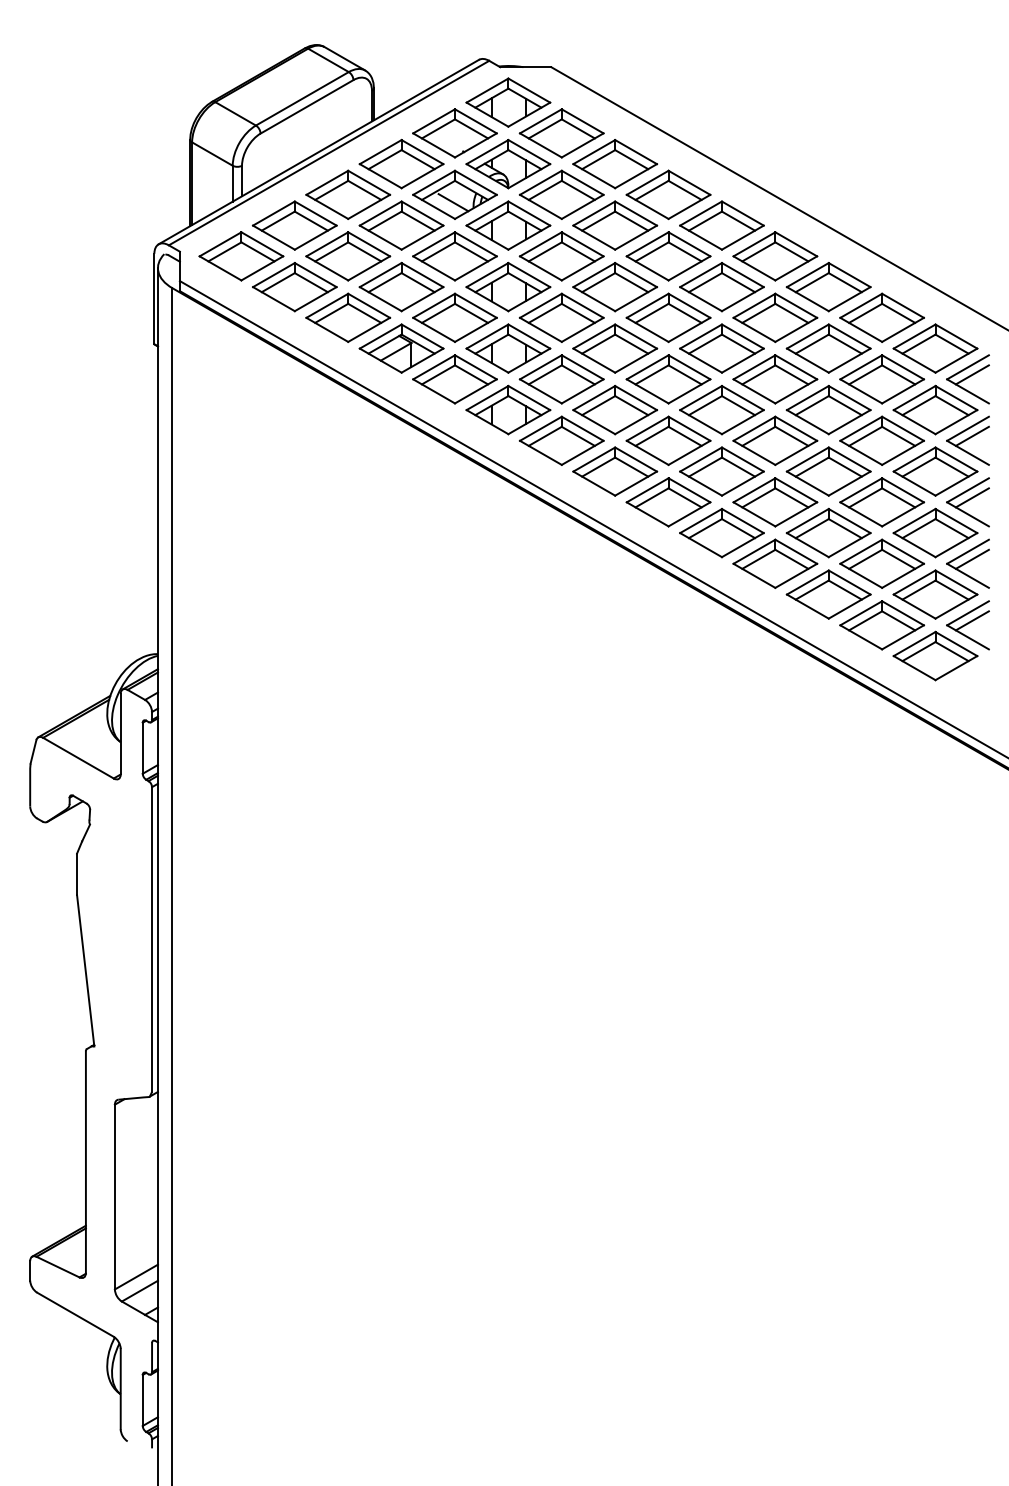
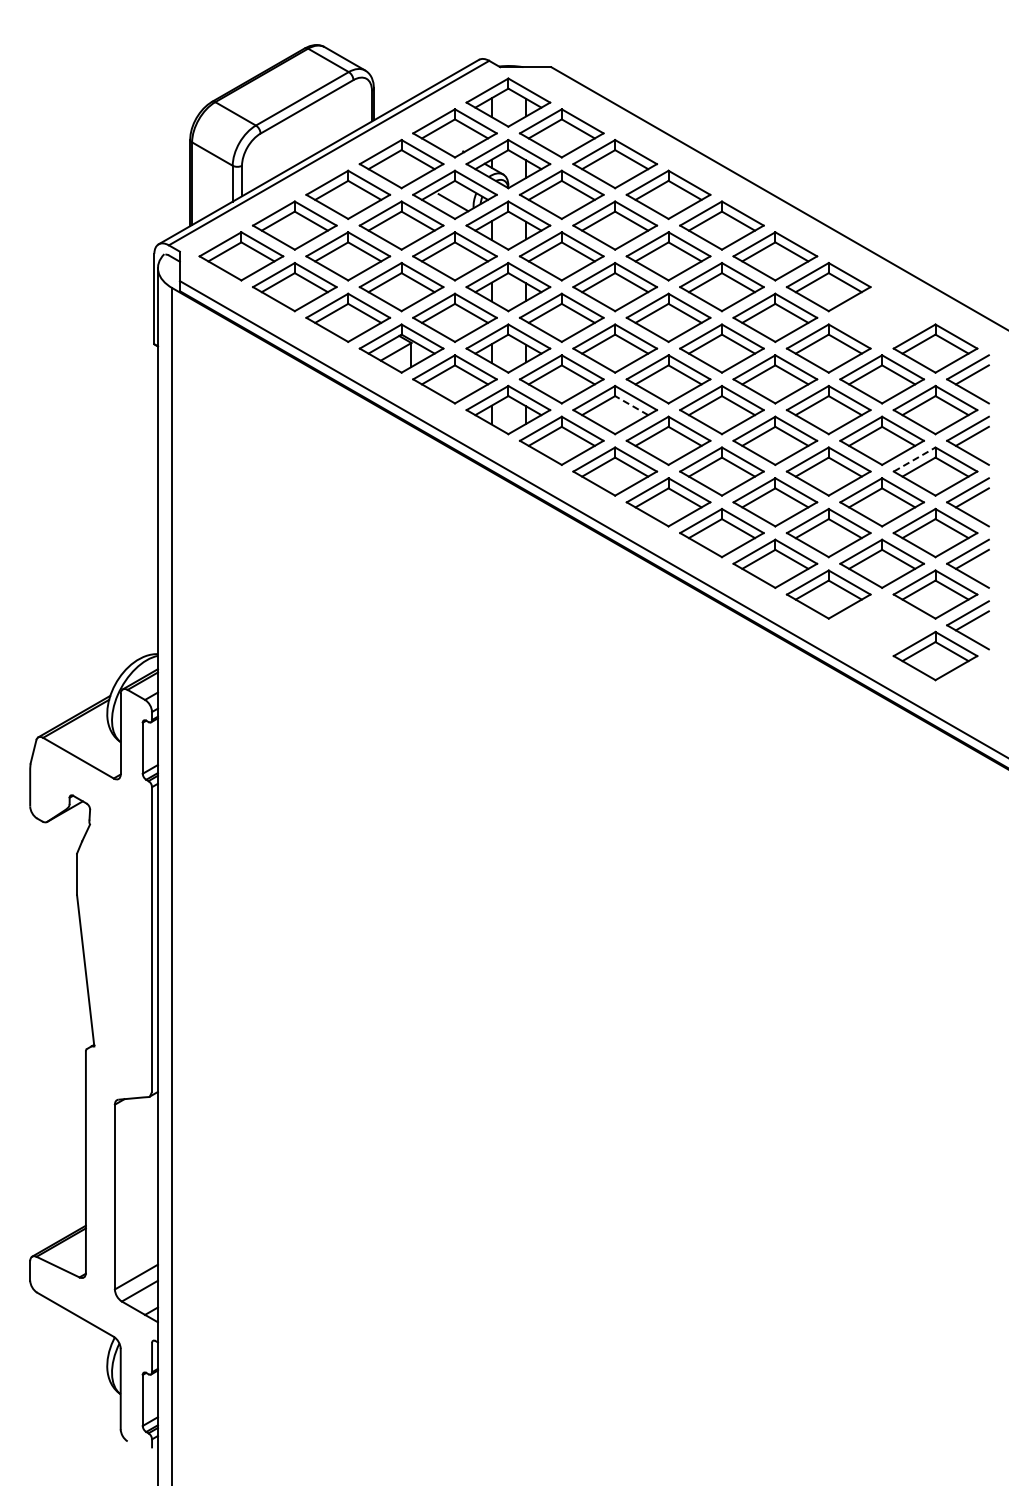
part at (881, 317): present -> none
line at (631, 405): solid -> dashed
line at (915, 459): solid -> dashed
part at (882, 625): present -> none
